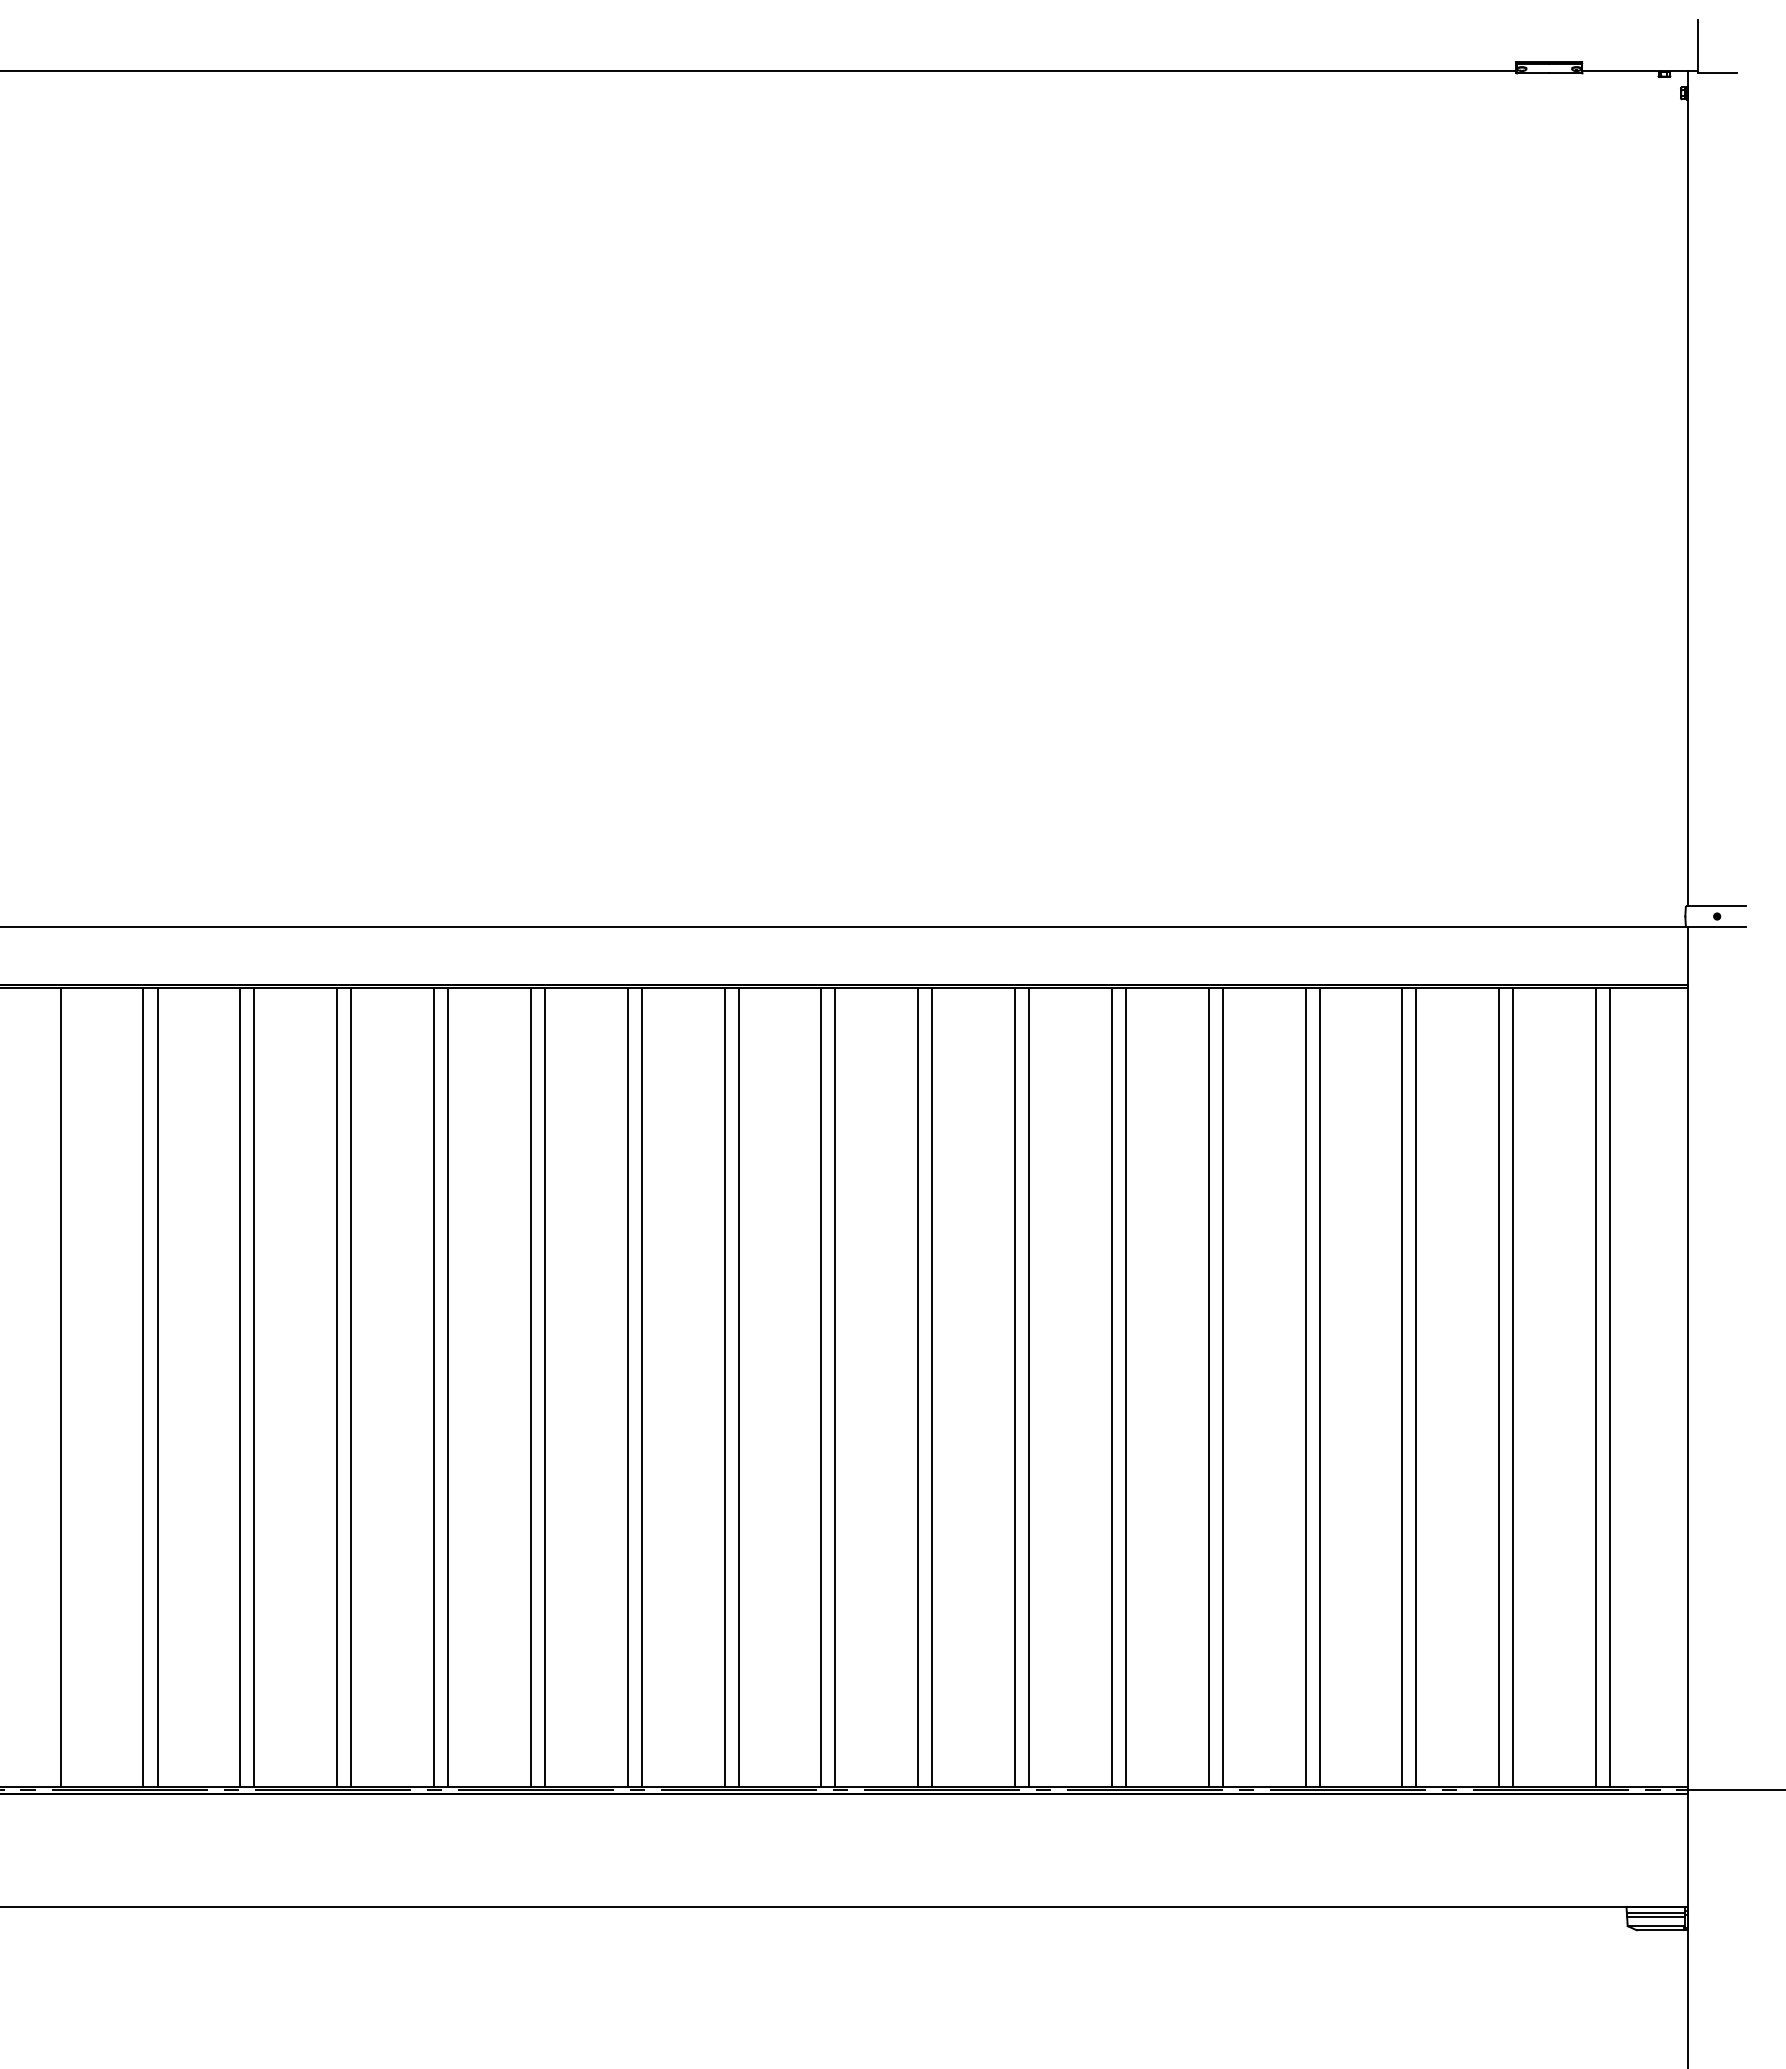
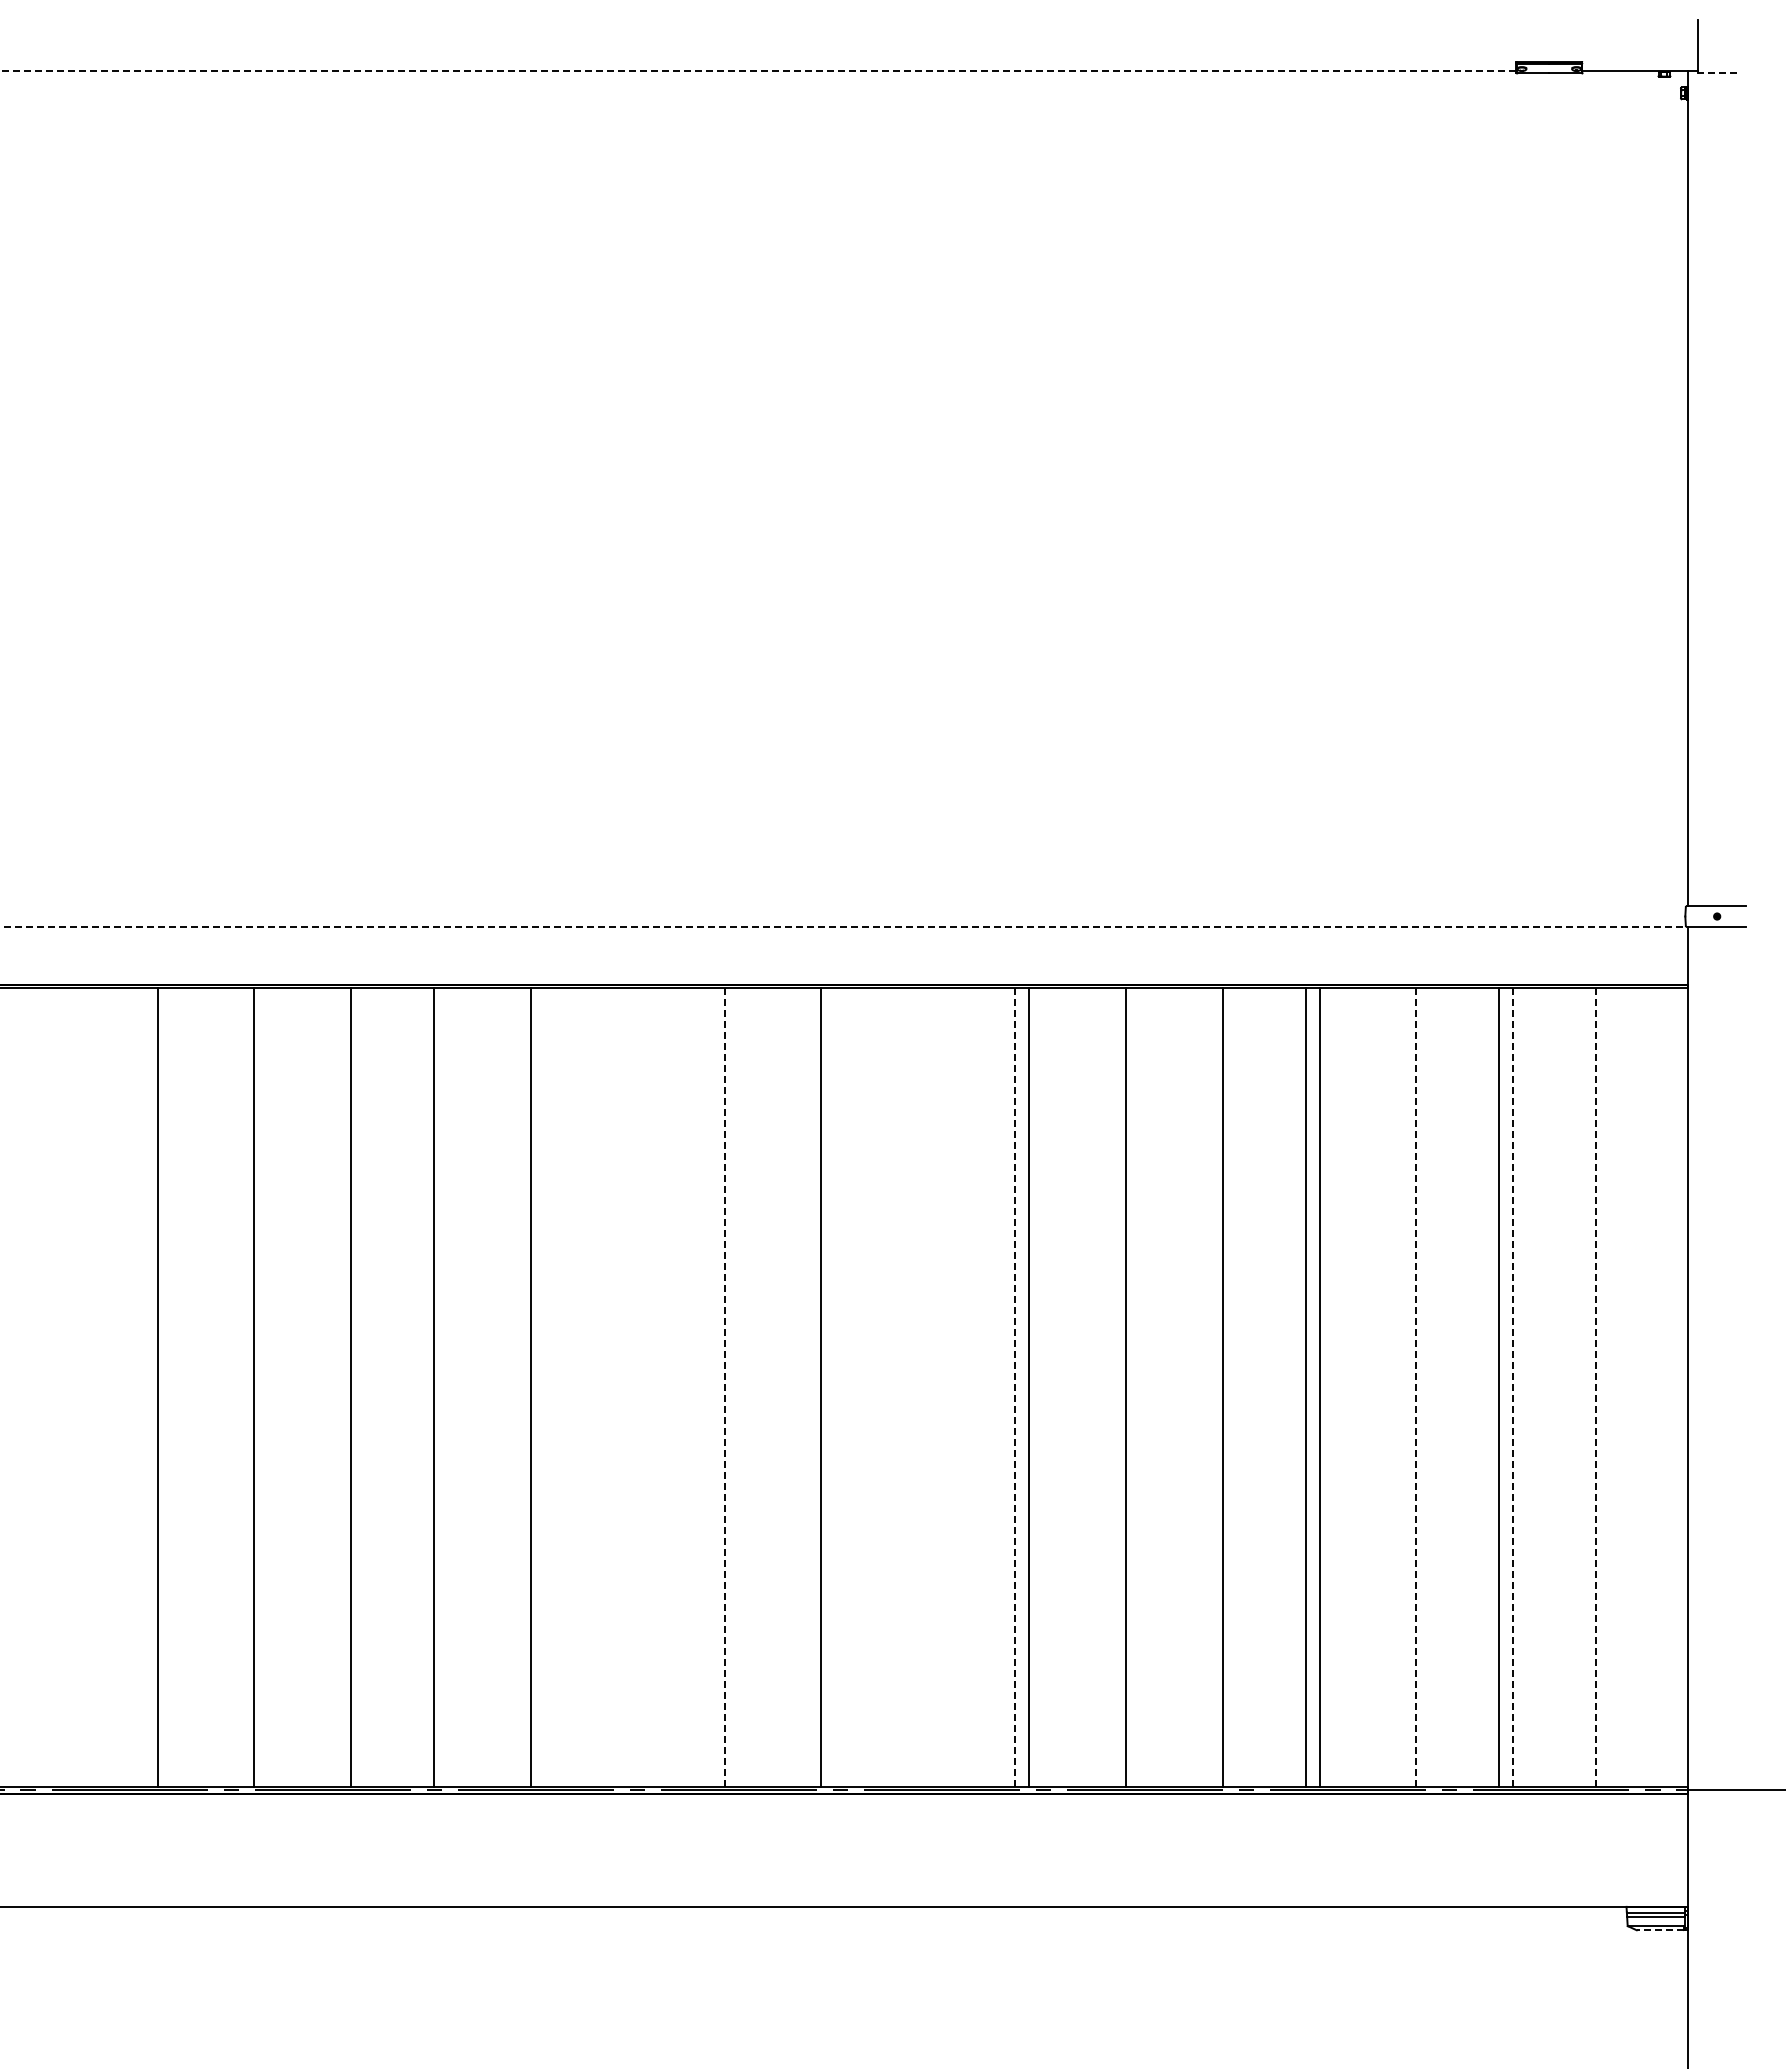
line at (758, 71): solid -> dashed
line at (1717, 73): solid -> dashed
line at (844, 926): solid -> dashed
line at (60, 1387): present -> none
line at (143, 1387): present -> none
line at (240, 1387): present -> none
line at (337, 1387): present -> none
line at (448, 1387): present -> none
line at (544, 1387): present -> none
line at (627, 1387): present -> none
line at (641, 1387): present -> none
line at (724, 1387): solid -> dashed
line at (738, 1387): present -> none
line at (835, 1387): present -> none
line at (918, 1387): present -> none
line at (932, 1387): present -> none
line at (1015, 1387): solid -> dashed
line at (1111, 1387): present -> none
line at (1208, 1387): present -> none
line at (1402, 1387): present -> none
line at (1416, 1387): solid -> dashed
line at (1513, 1387): solid -> dashed
line at (1596, 1387): solid -> dashed
line at (1610, 1387): present -> none
line at (1660, 1930): solid -> dashed
